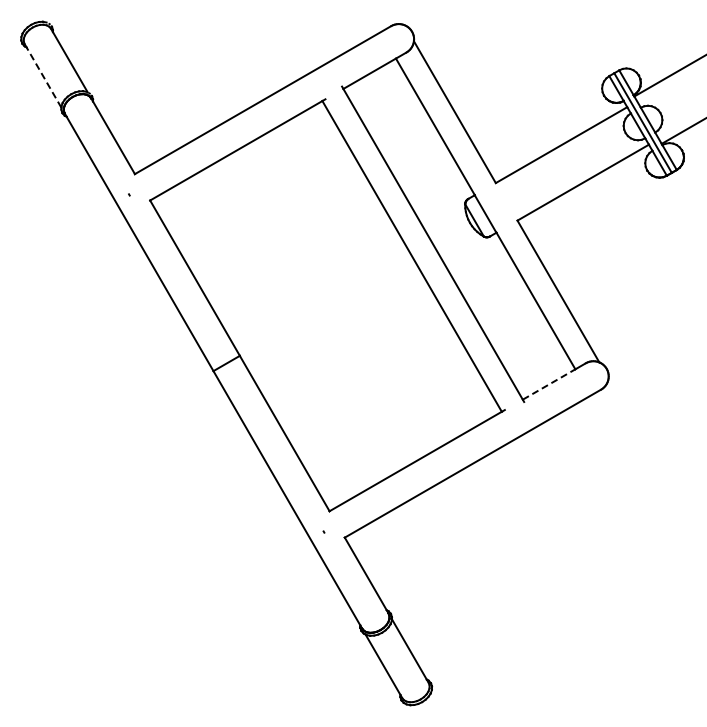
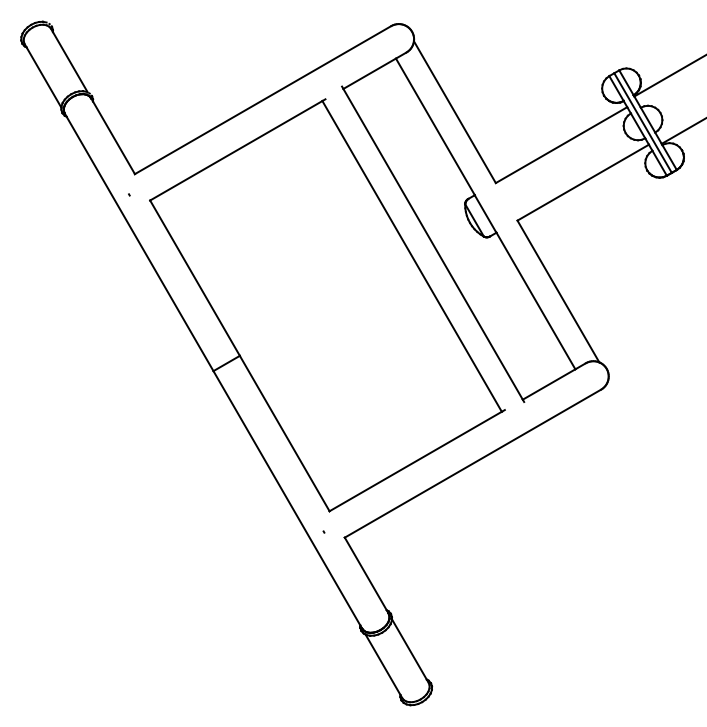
line at (43, 77): dashed -> solid
line at (549, 384): dashed -> solid
